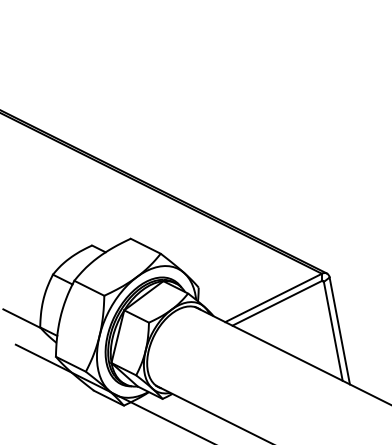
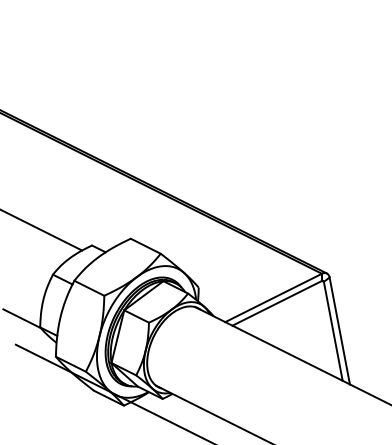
line at (42, 230): none -> present
